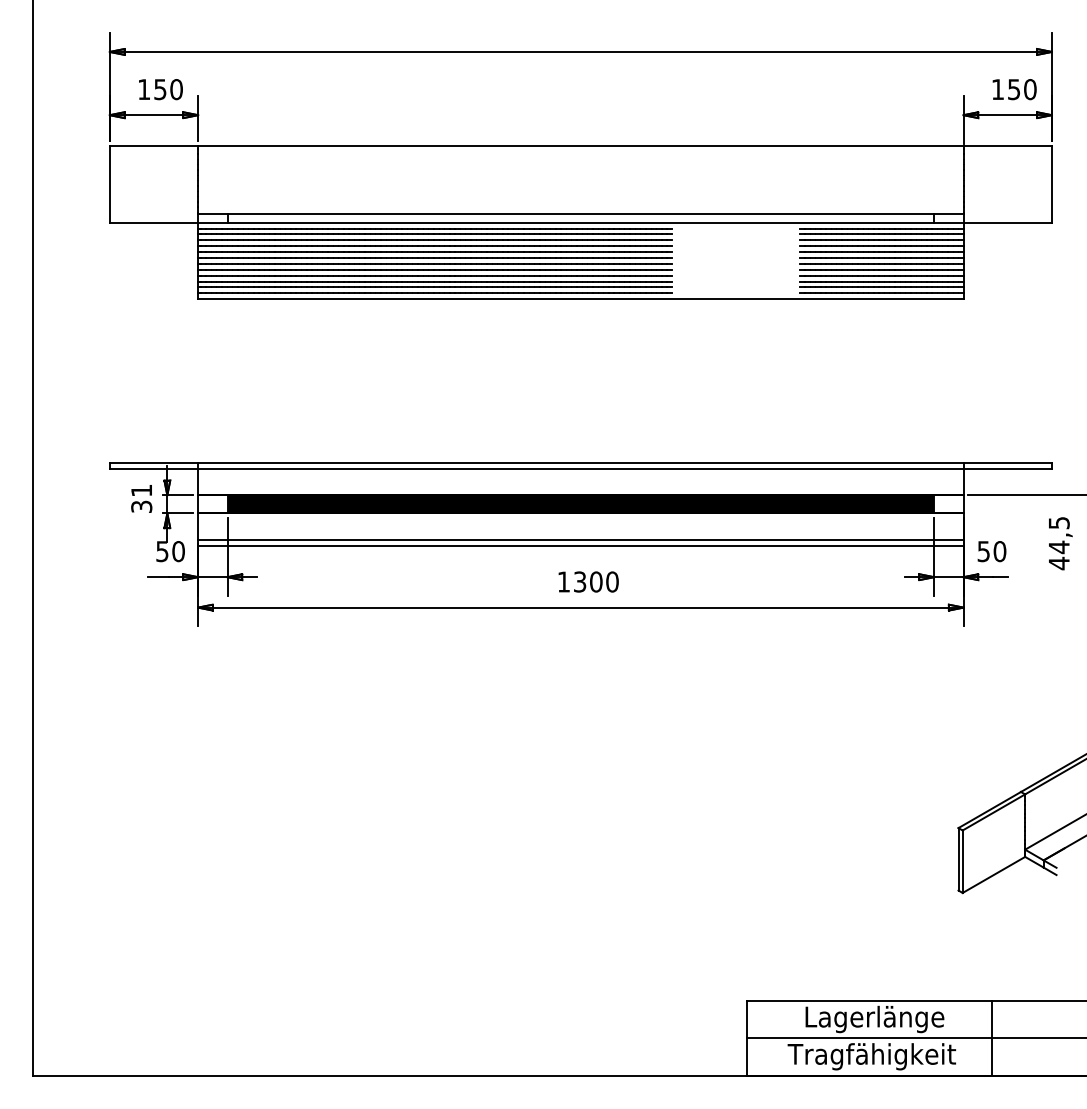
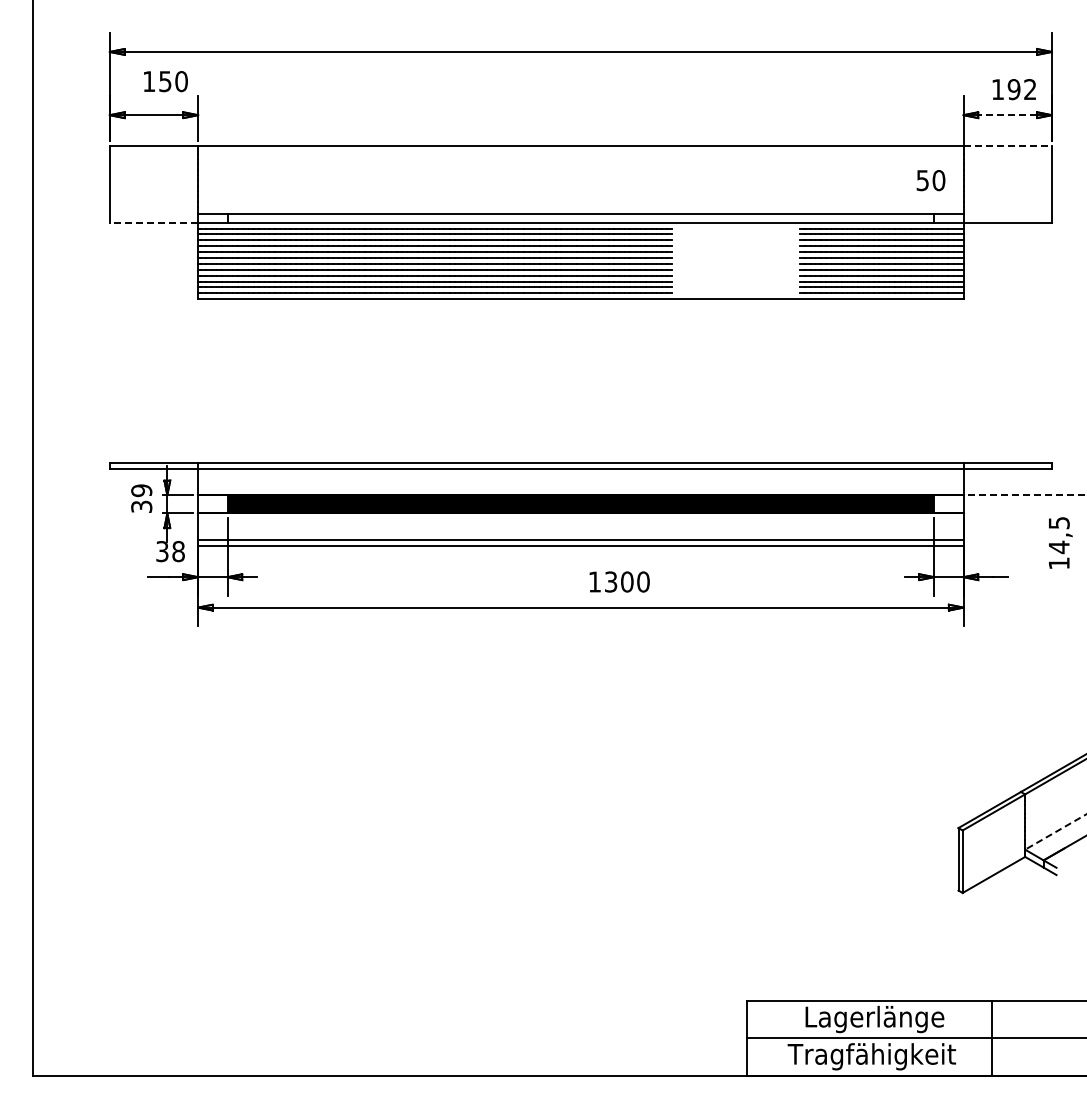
text at (160, 89) position: (160, 89) -> (165, 81)
text at (1021, 89): 150 -> 192
line at (1007, 115): solid -> dashed
line at (1008, 146): solid -> dashed
line at (153, 222): solid -> dashed
text at (141, 490): 31 -> 39
line at (1027, 495): solid -> dashed
text at (170, 551): 50 -> 38
text at (991, 551) position: (991, 551) -> (930, 180)
text at (1059, 563): 44,5 -> 14,5
text at (588, 581) position: (588, 581) -> (619, 581)
line at (1055, 832): solid -> dashed
